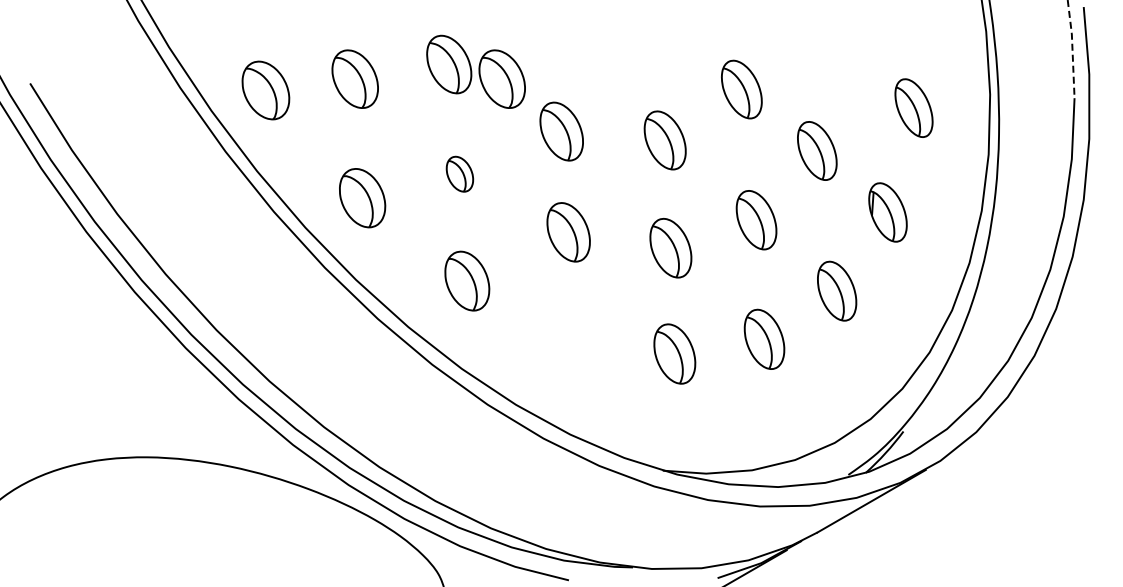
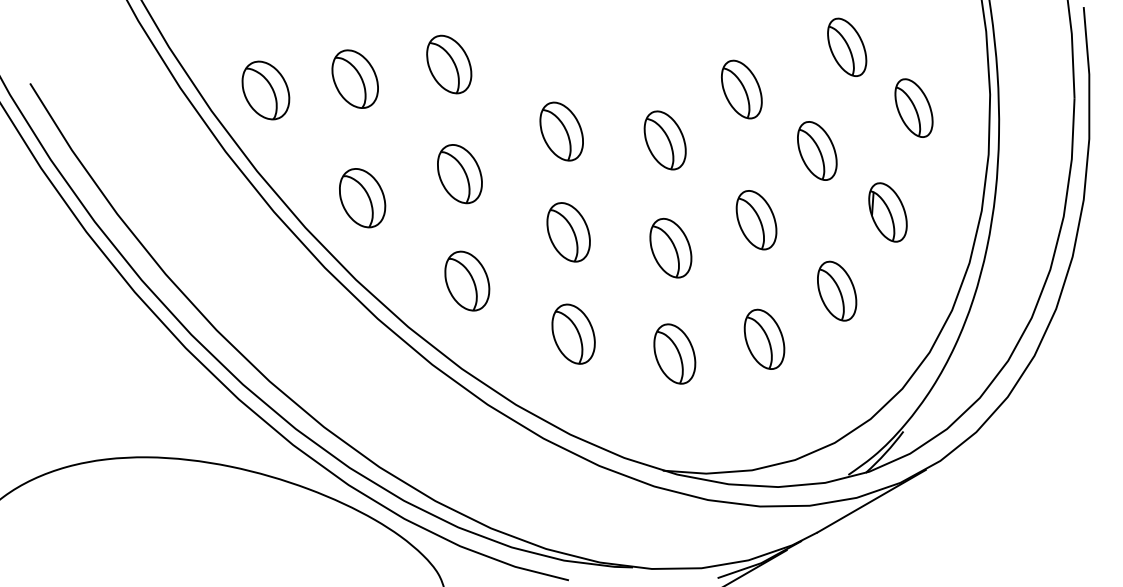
part at (847, 46): none -> present
line at (1072, 48): dashed -> solid
part at (501, 78): present -> none
part at (459, 173) size: 30x38 px -> 46x61 px
part at (573, 333): none -> present
